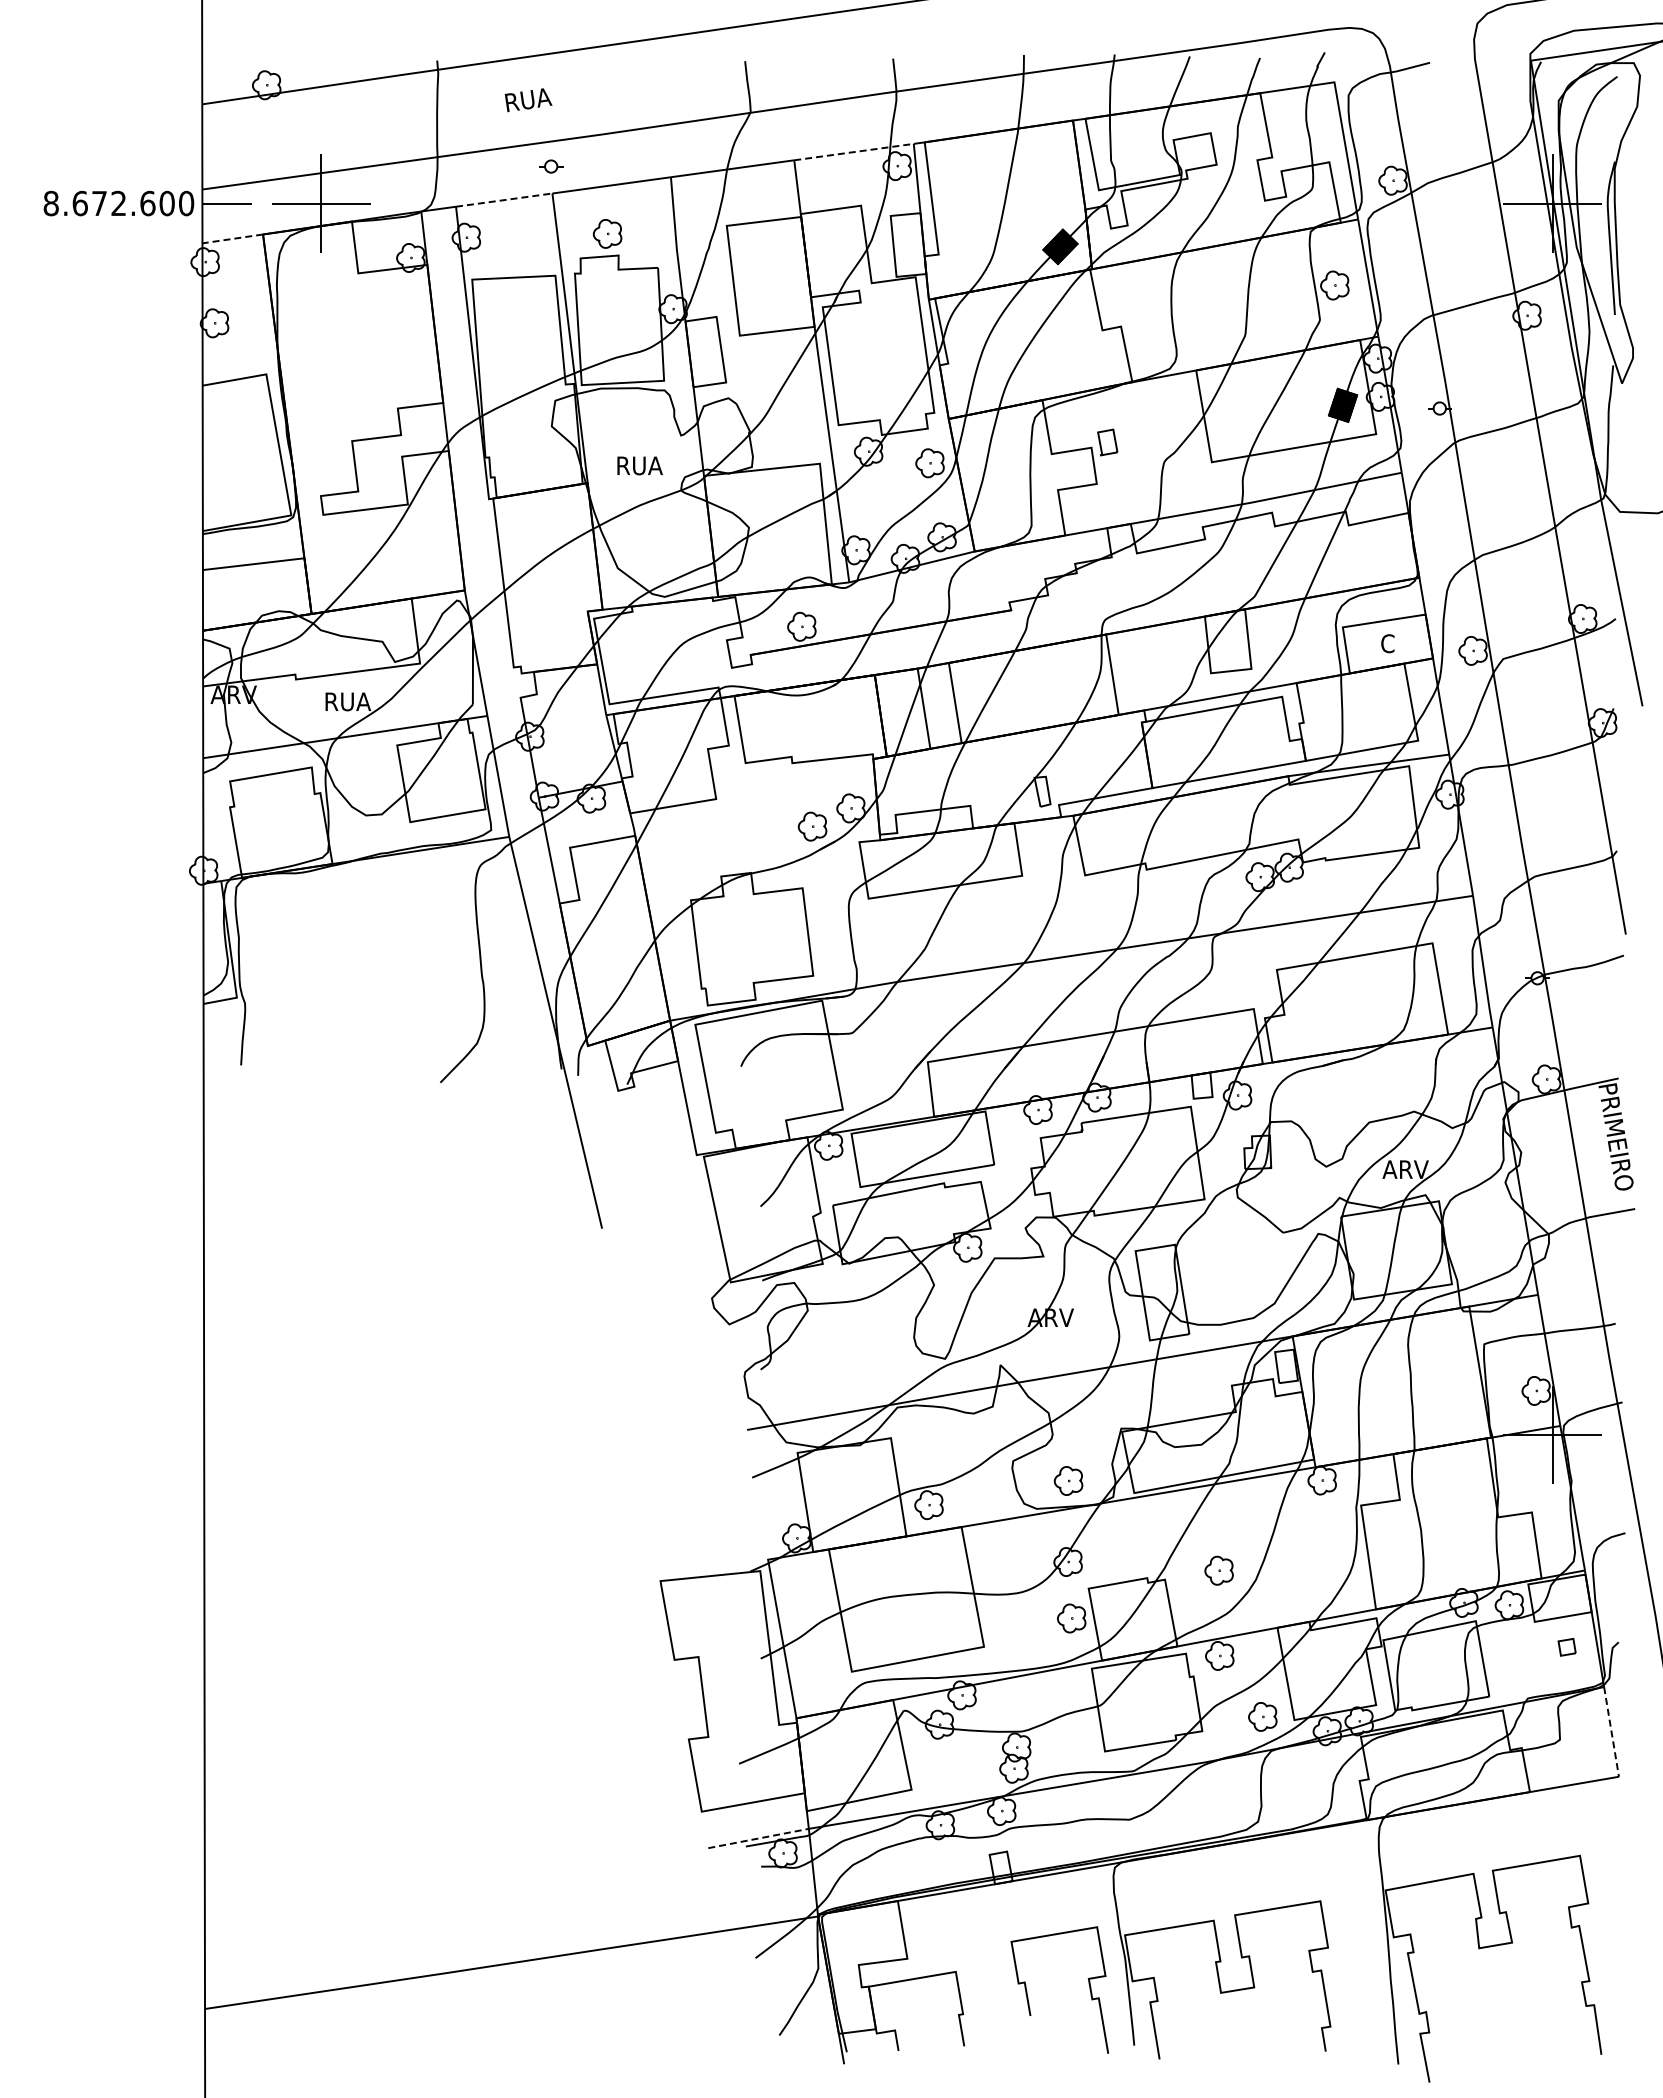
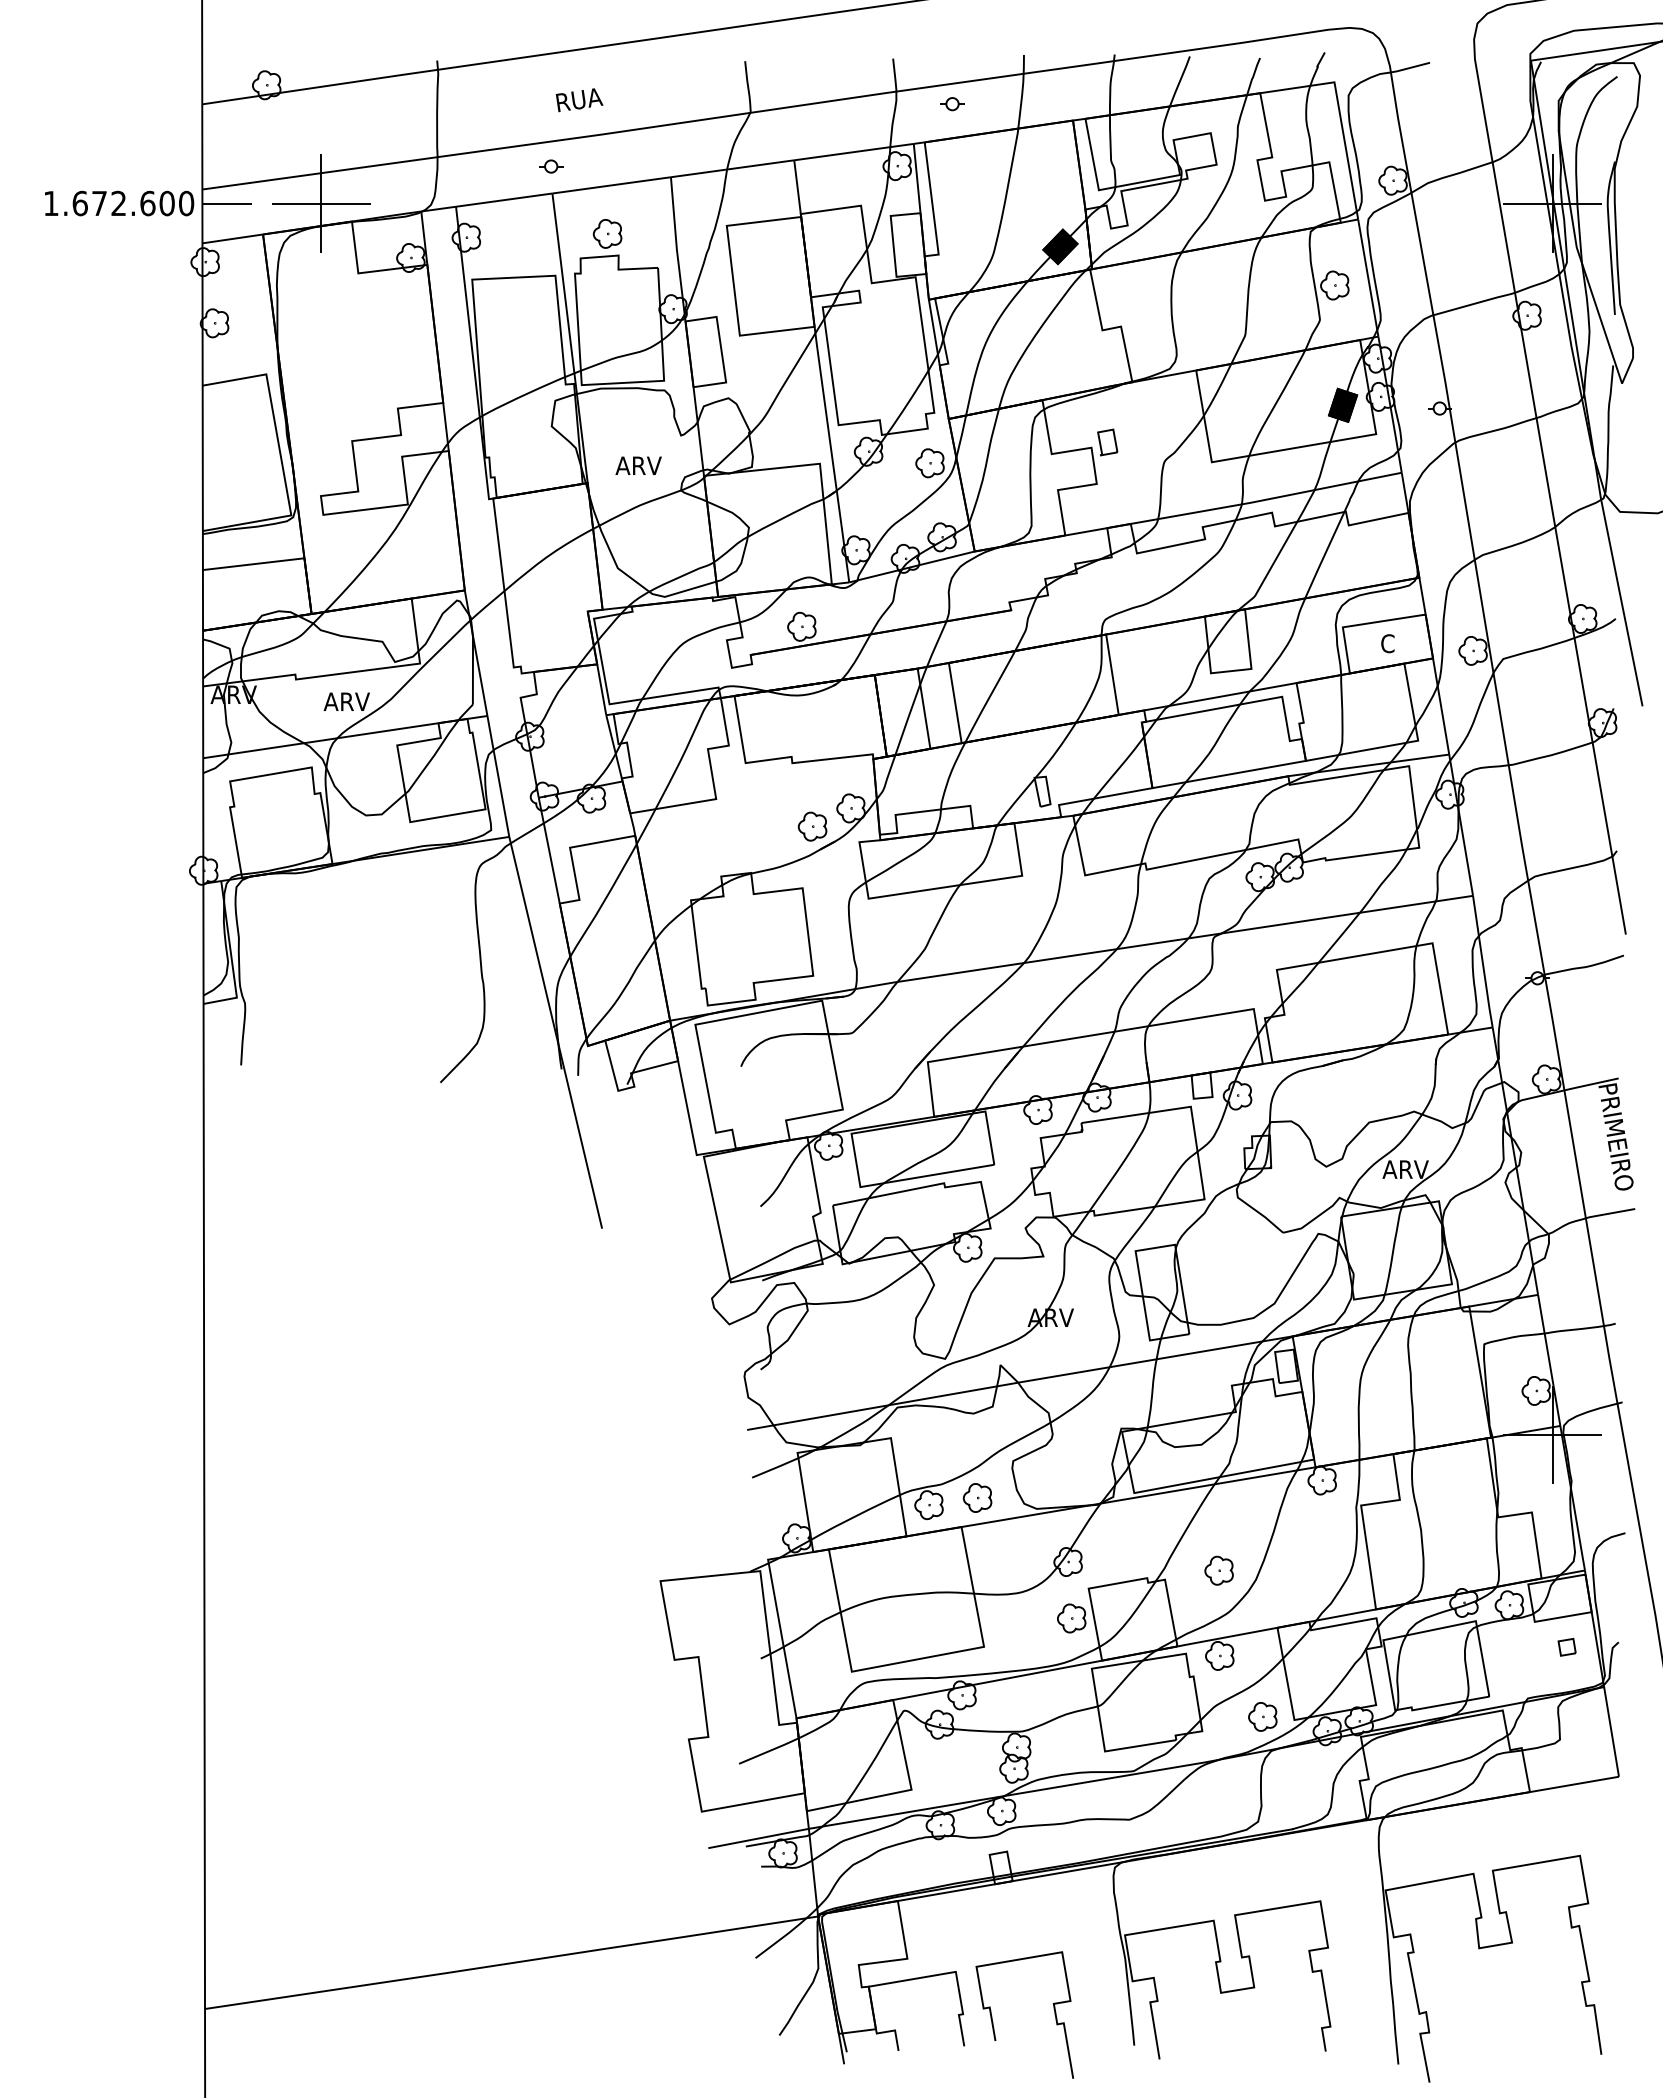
text at (528, 100) position: (528, 100) -> (579, 100)
part at (952, 104): none -> present
line at (854, 152): dashed -> solid
line at (504, 200): dashed -> solid
text at (50, 203): 8.672.600 -> 1.672.600
line at (232, 238): dashed -> solid
text at (638, 465): RUA -> ARV
text at (347, 701): RUA -> ARV
part at (1068, 1480) position: (1068, 1480) -> (977, 1497)
line at (1611, 1732): dashed -> solid
line at (759, 1838): dashed -> solid
curve at (1088, 1984) position: (1088, 1984) -> (1053, 2009)
